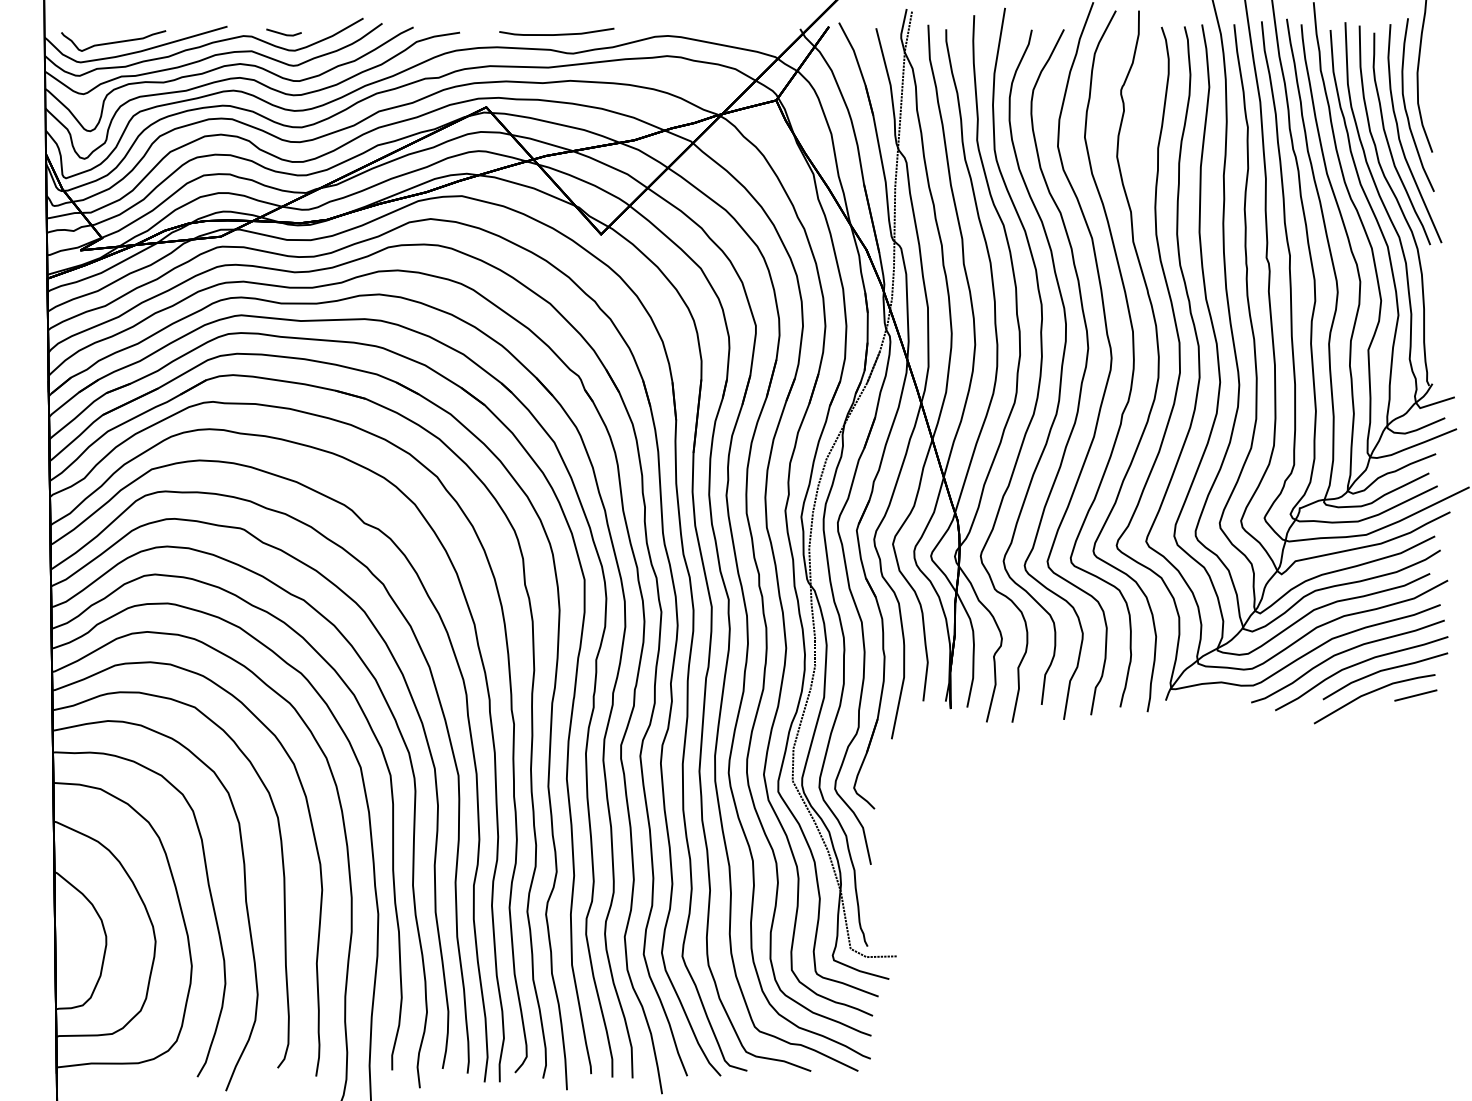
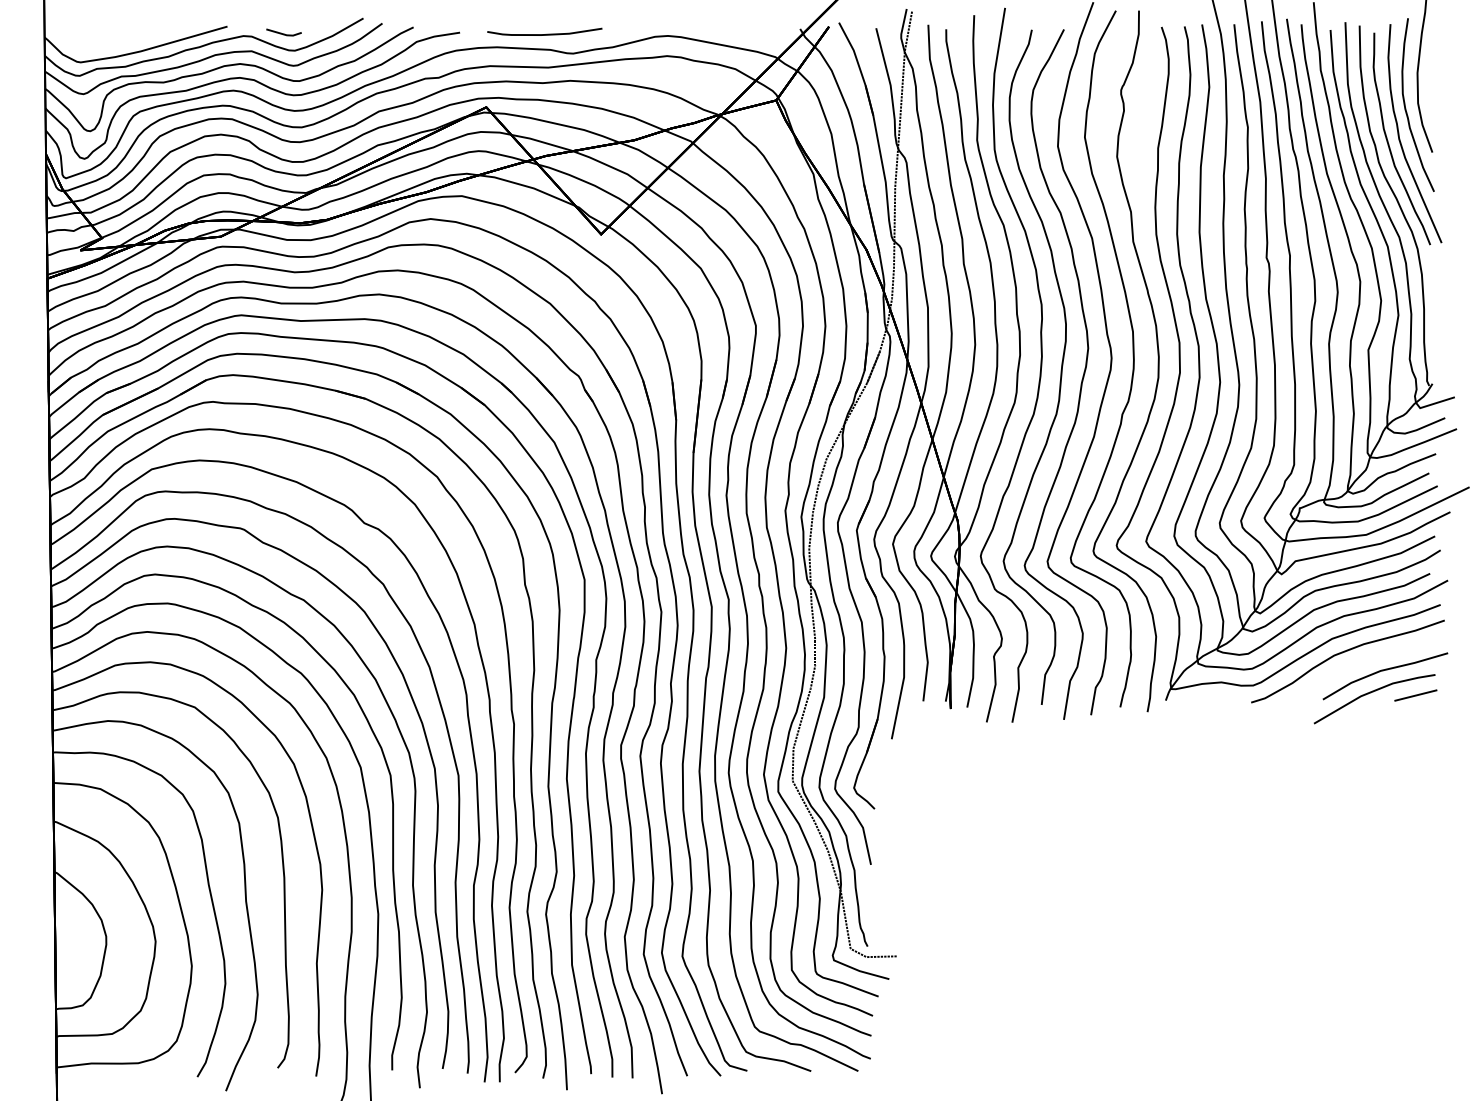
curve at (558, 33) position: (558, 33) -> (546, 33)
curve at (113, 41): present -> none
curve at (1359, 664): present -> none
